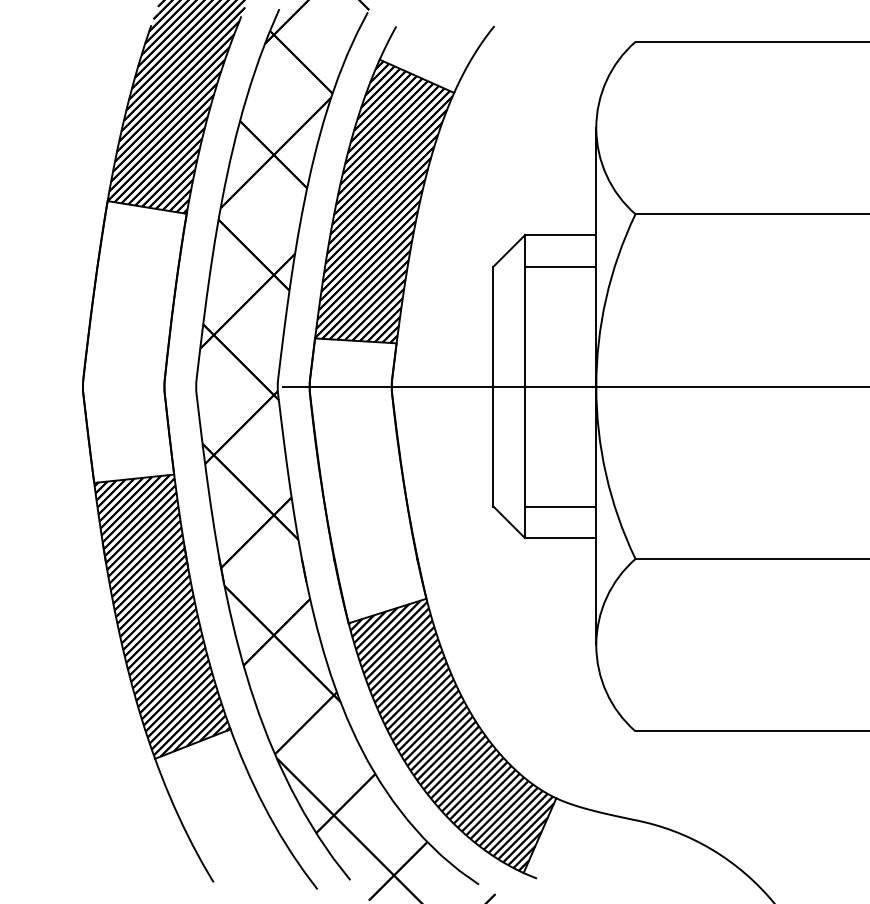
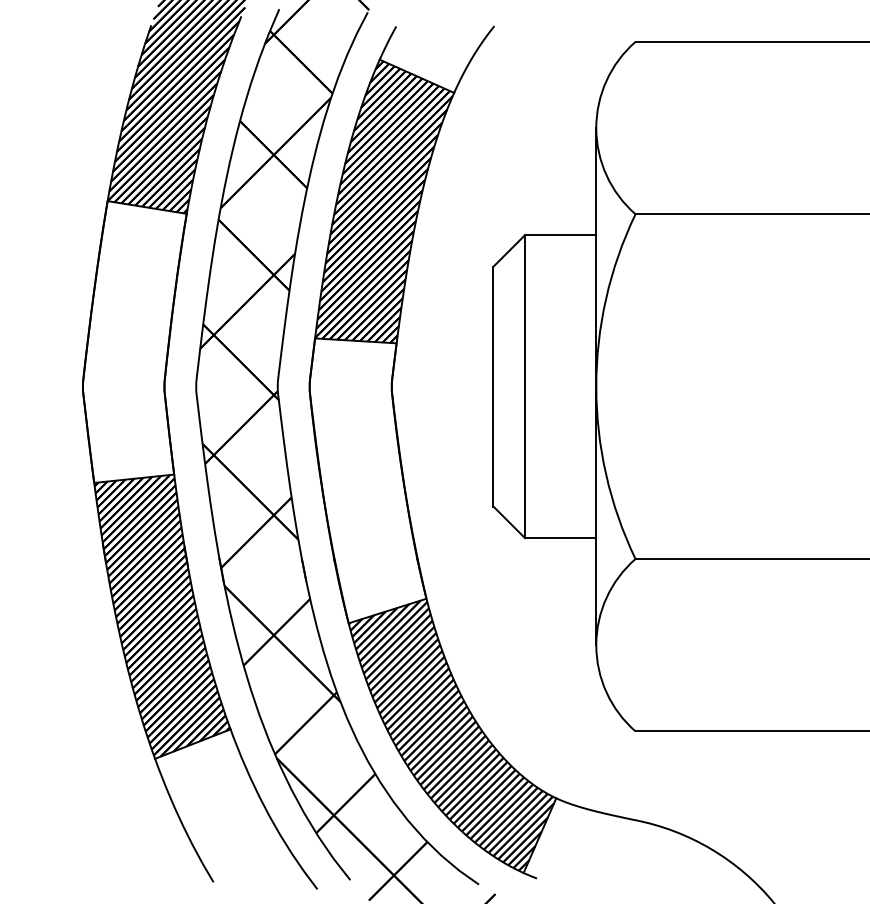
line at (560, 266): present -> none
line at (573, 386): present -> none
line at (560, 506): present -> none
